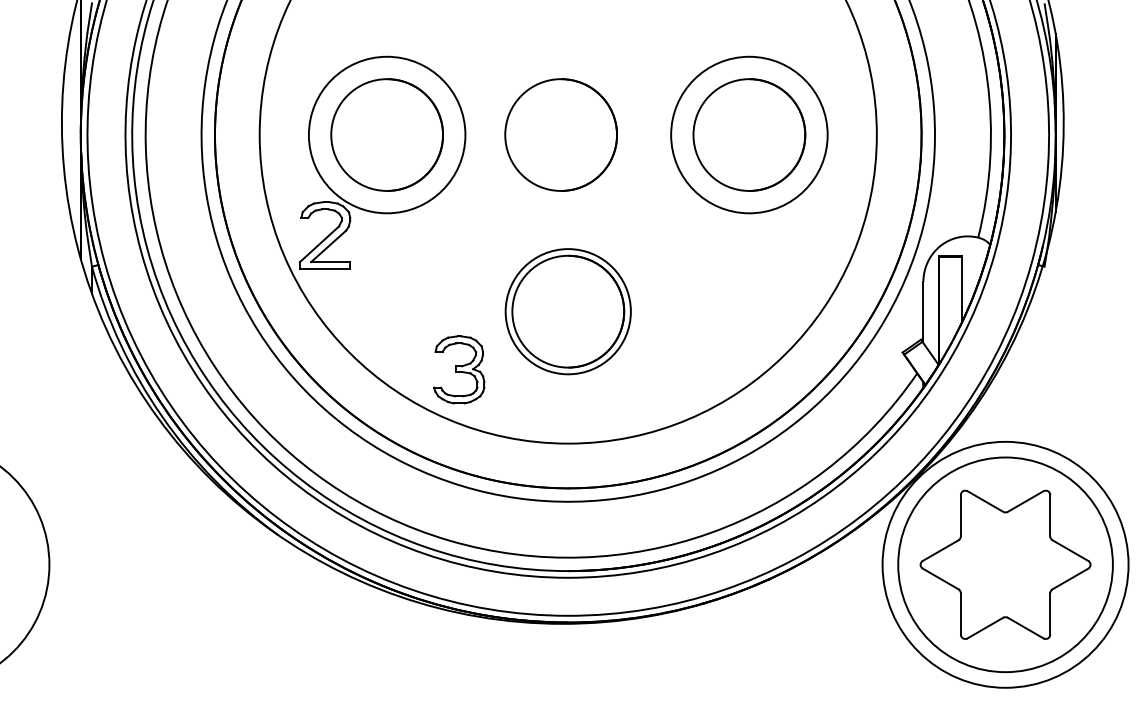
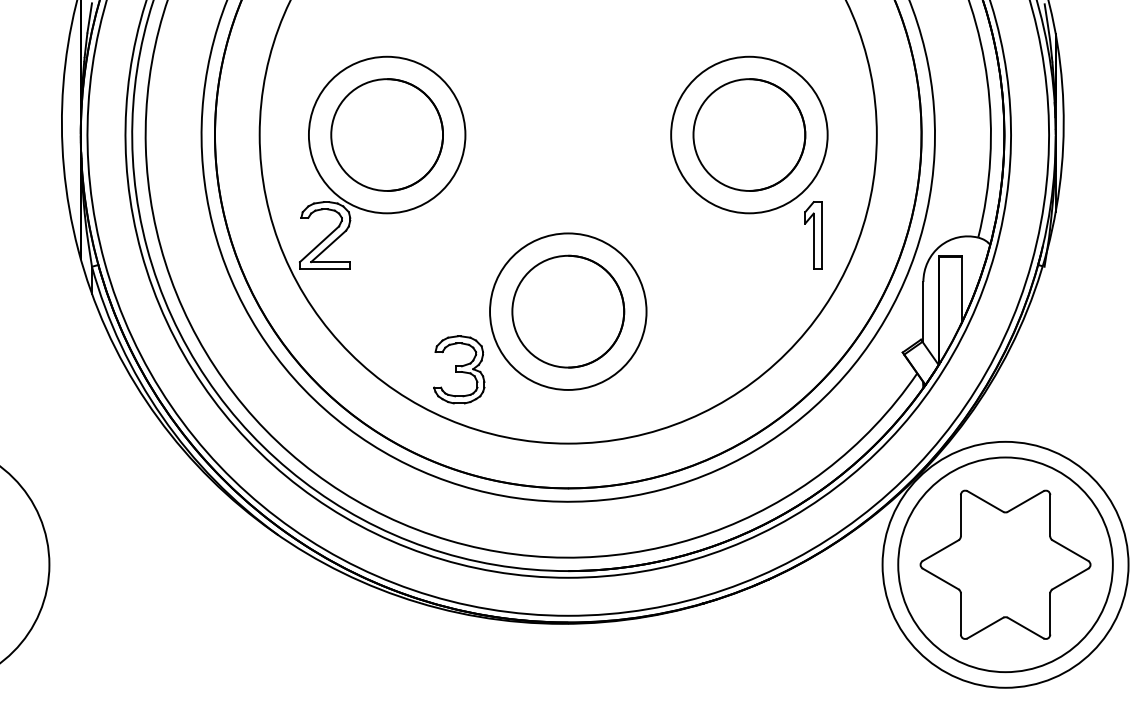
circle at (560, 134): present -> none
part at (813, 235): none -> present
circle at (567, 311) diameter: 125 px -> 157 px
